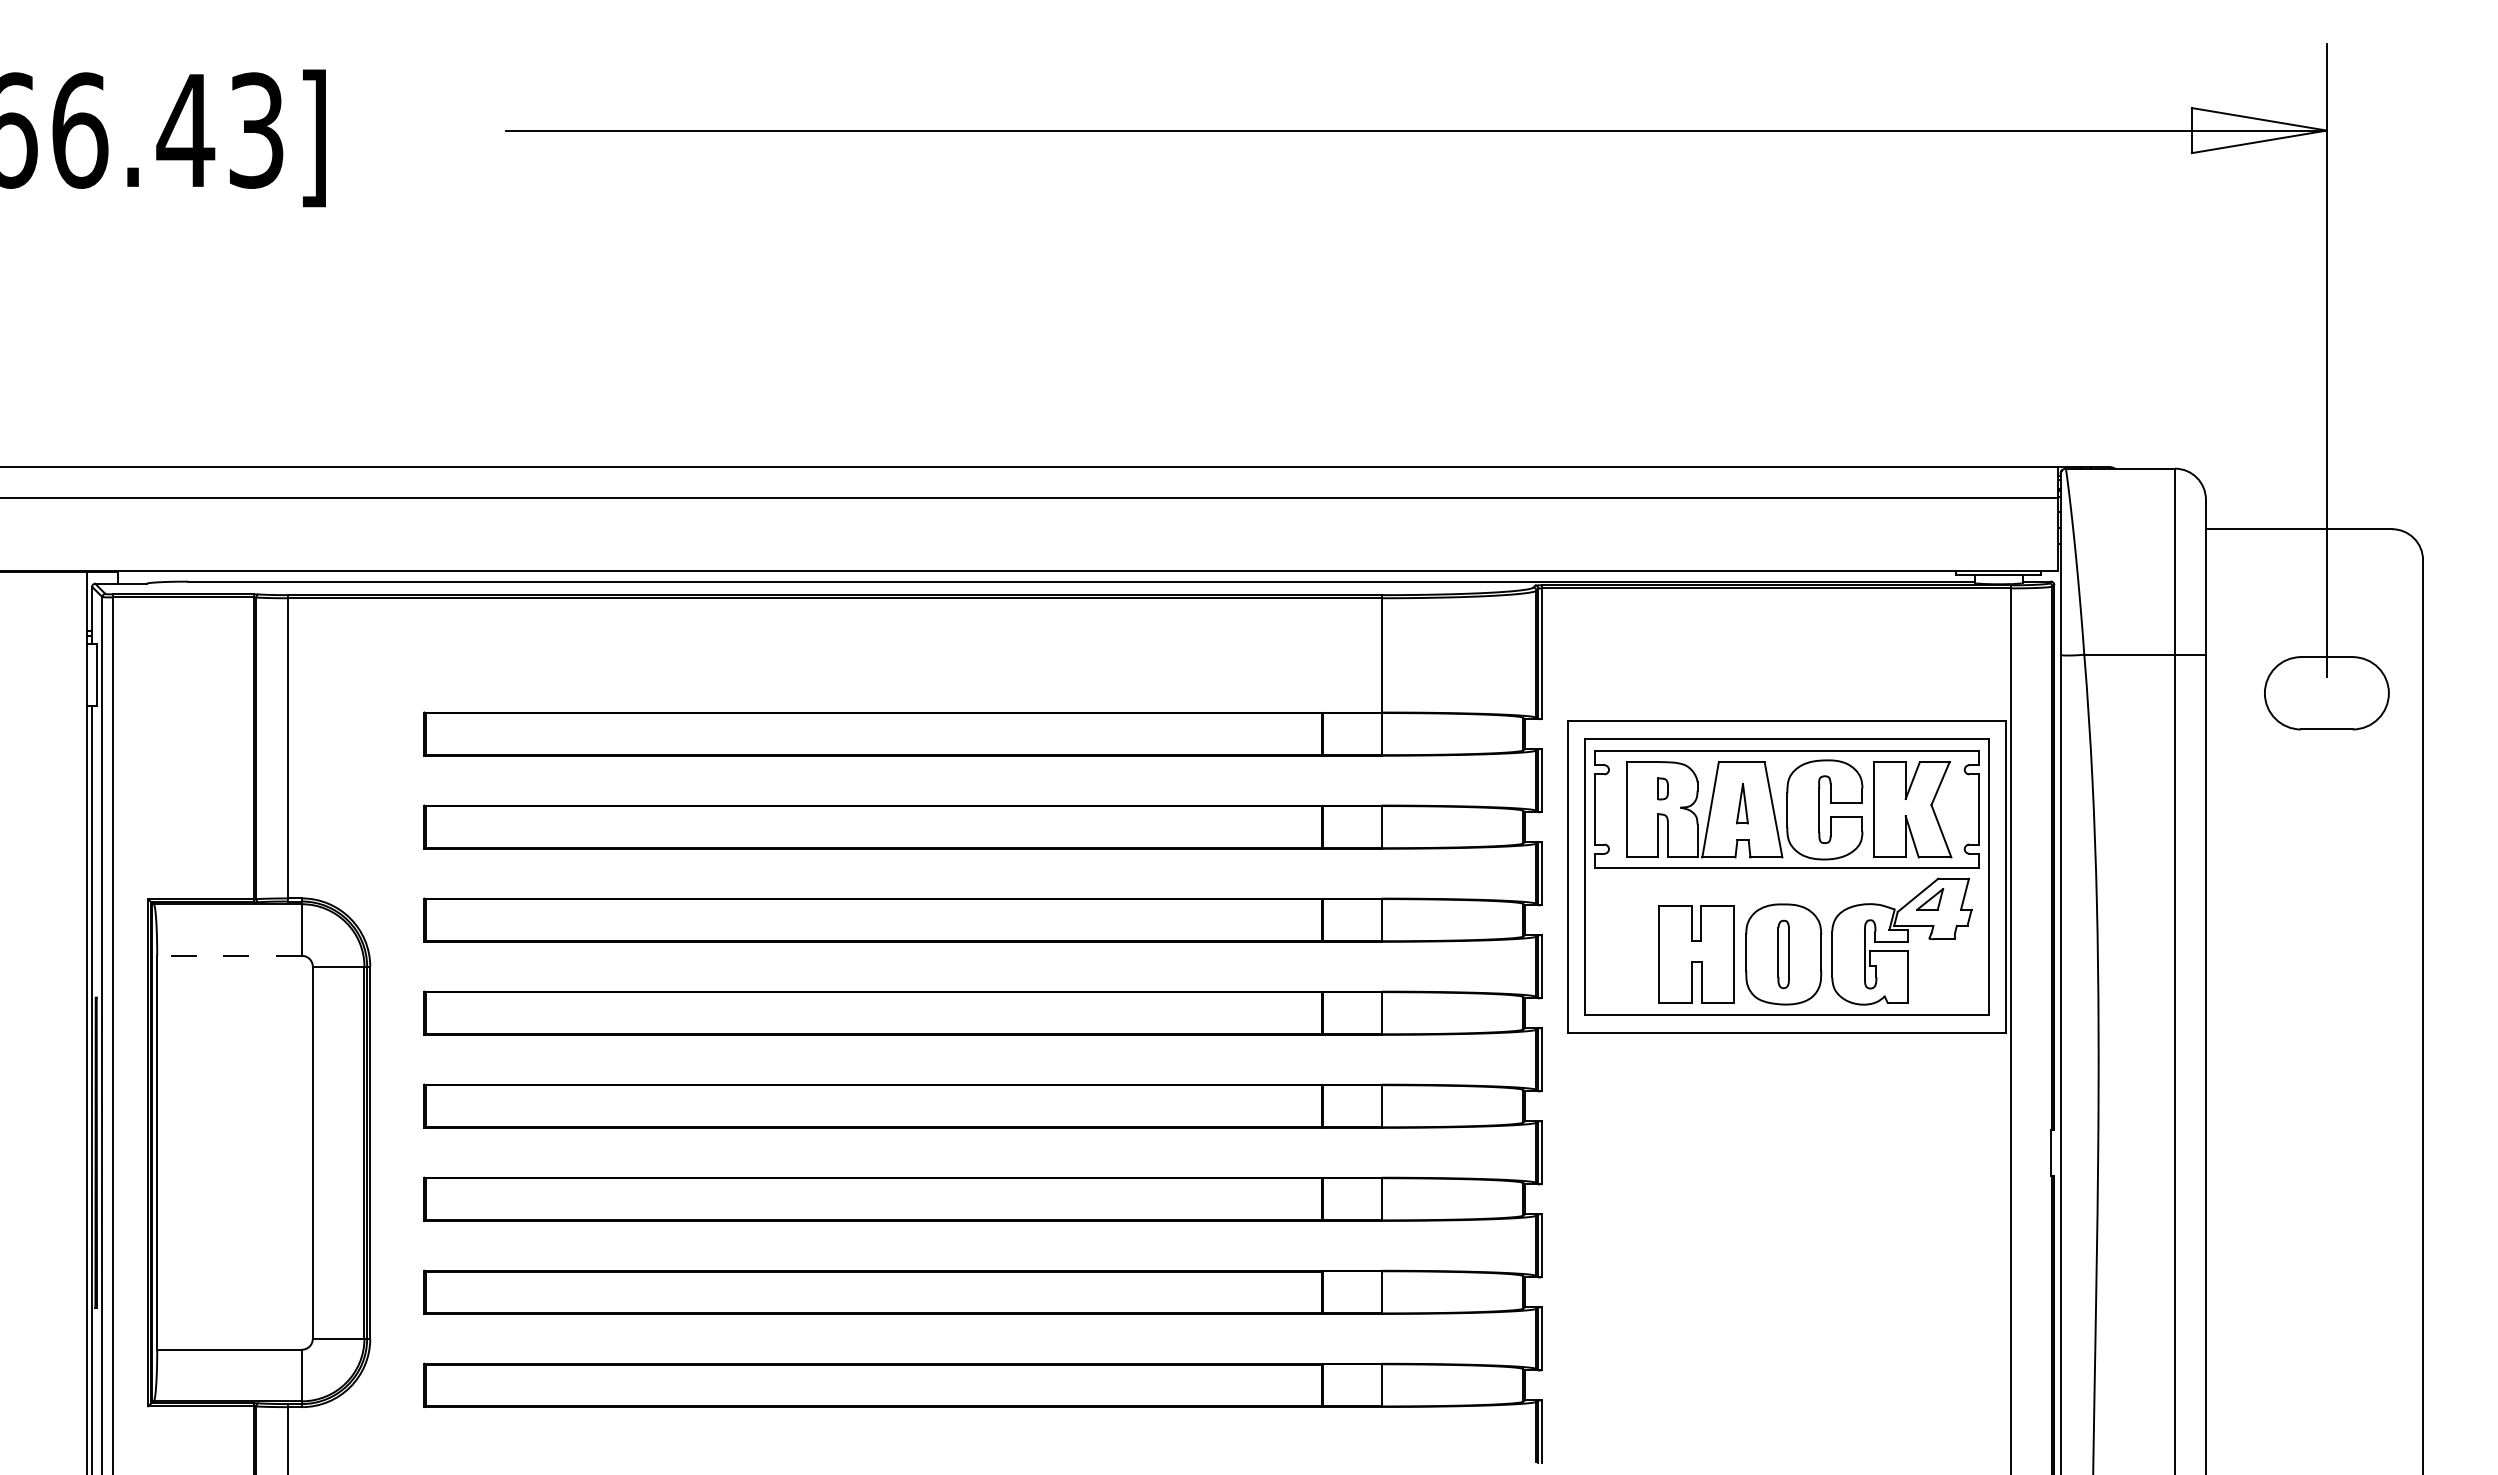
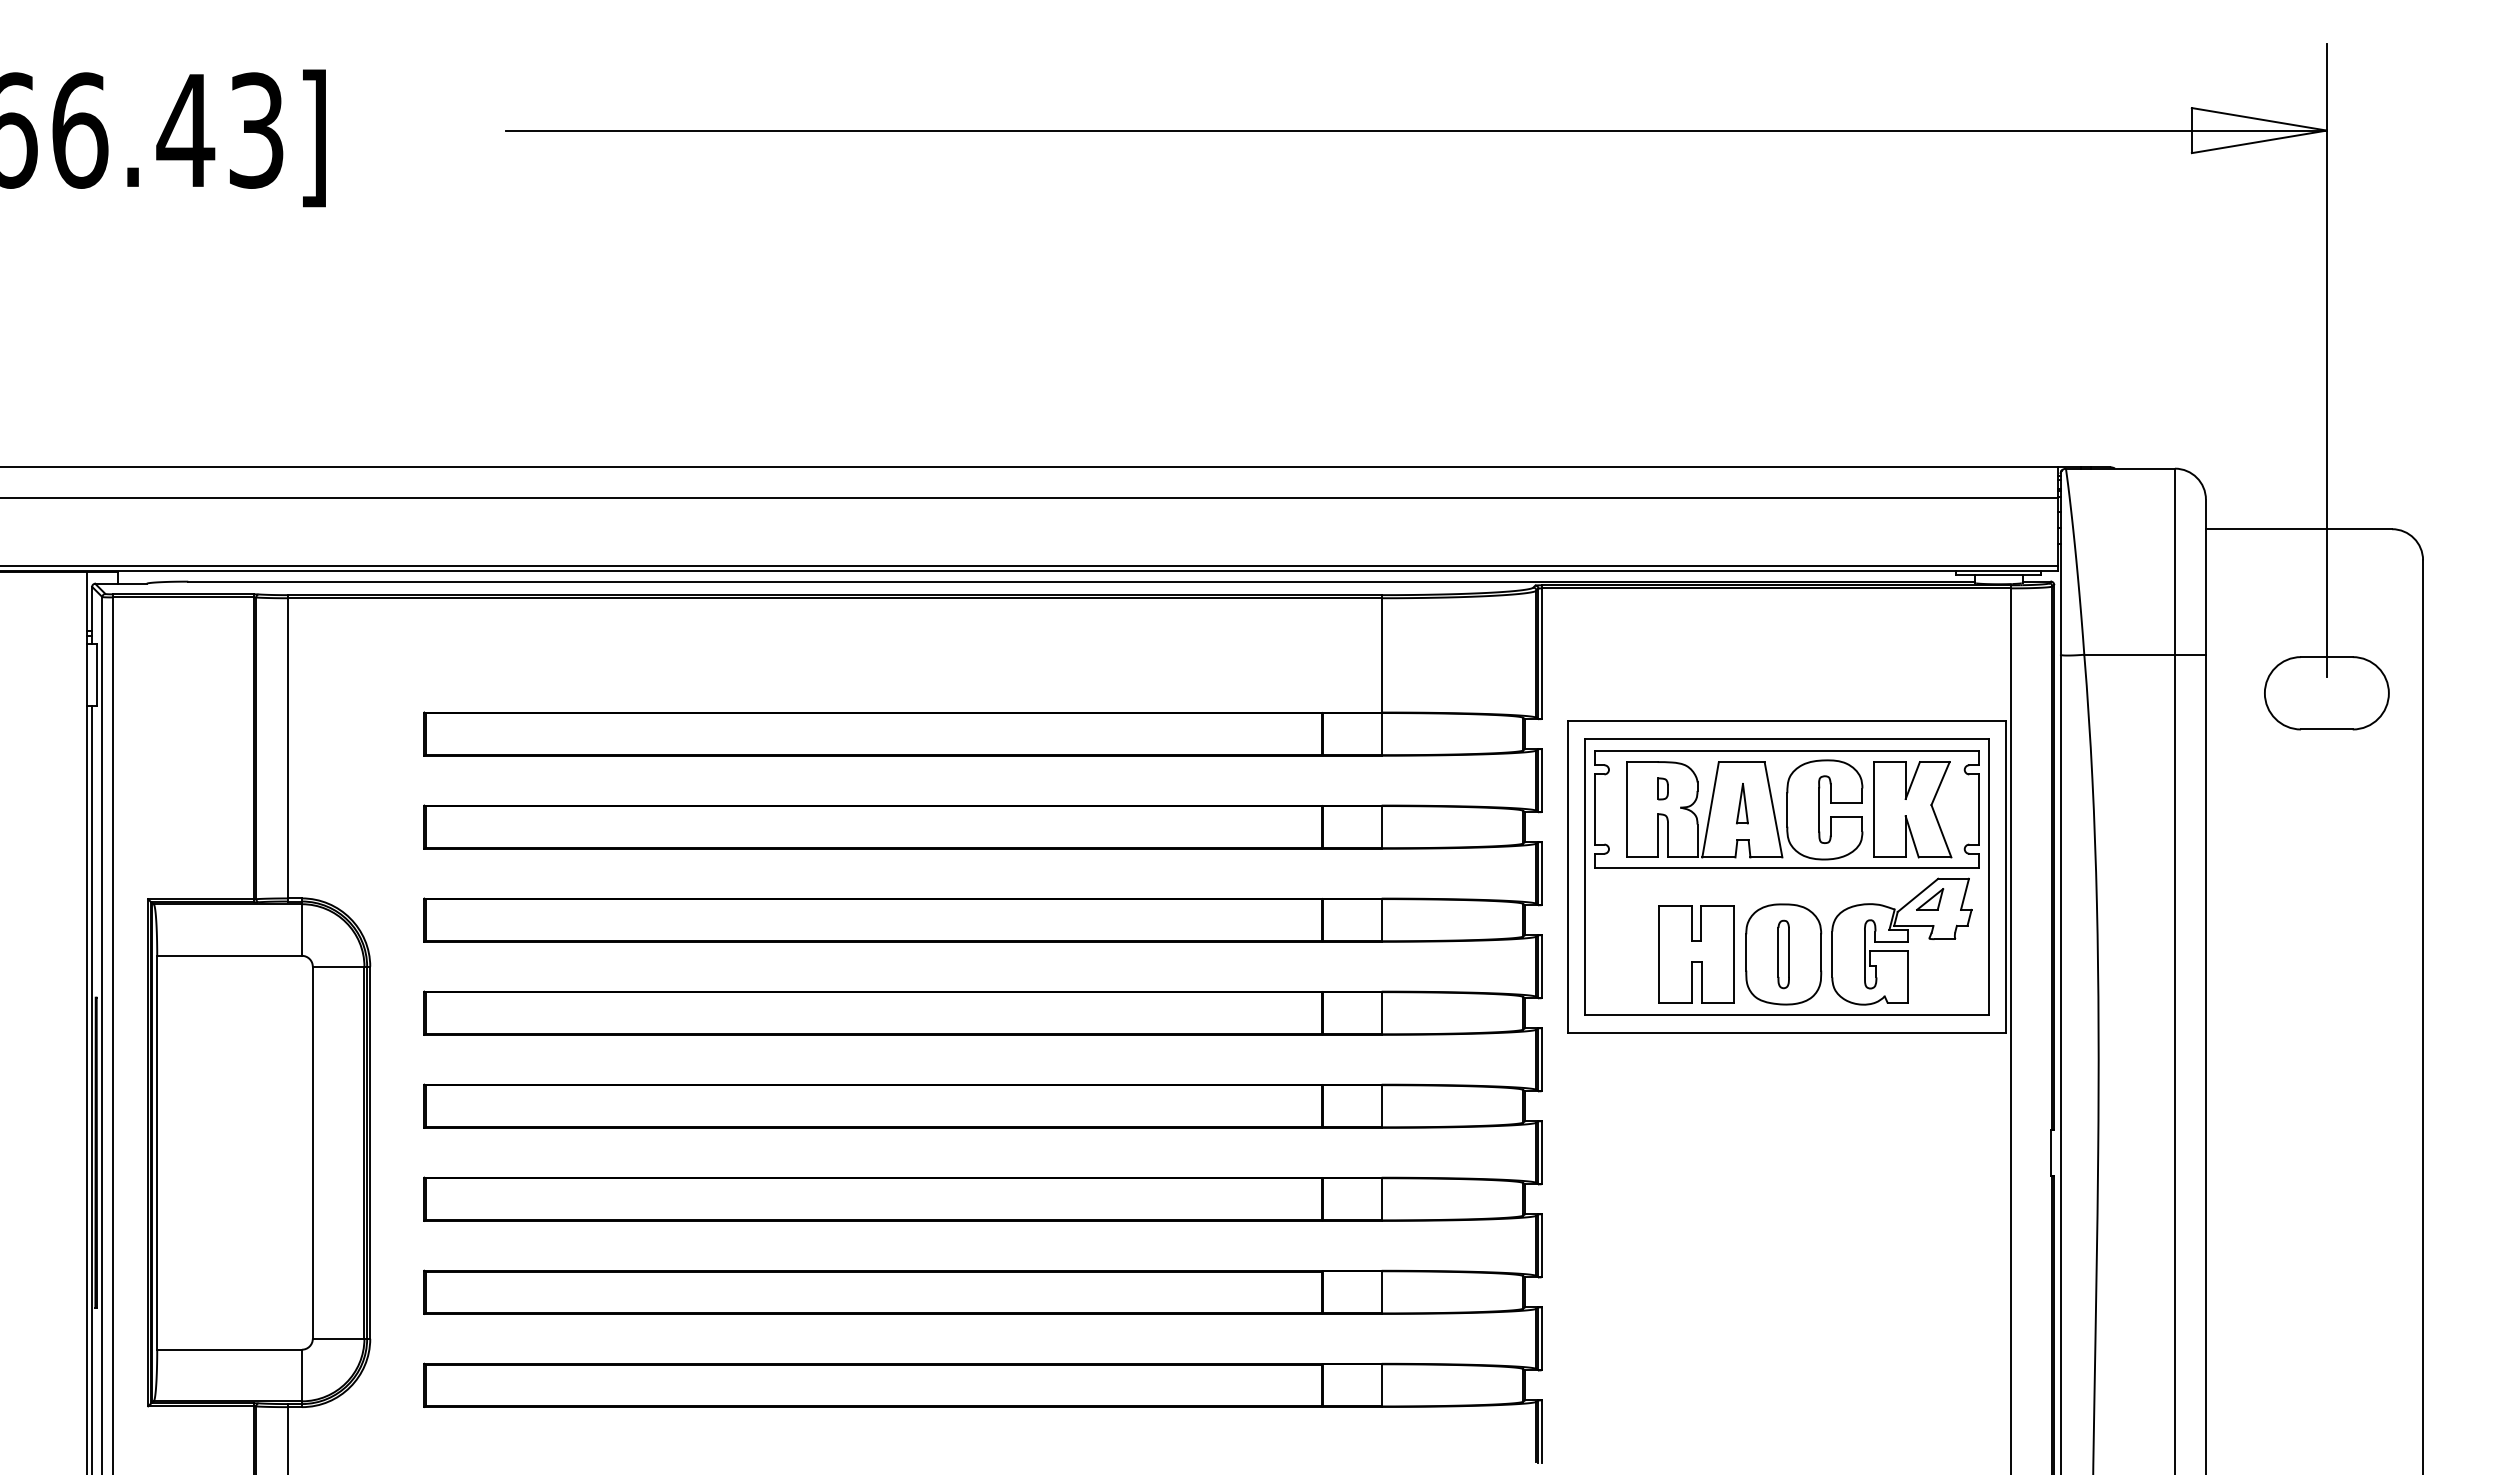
line at (1030, 565): none -> present
line at (229, 955): dashed -> solid
